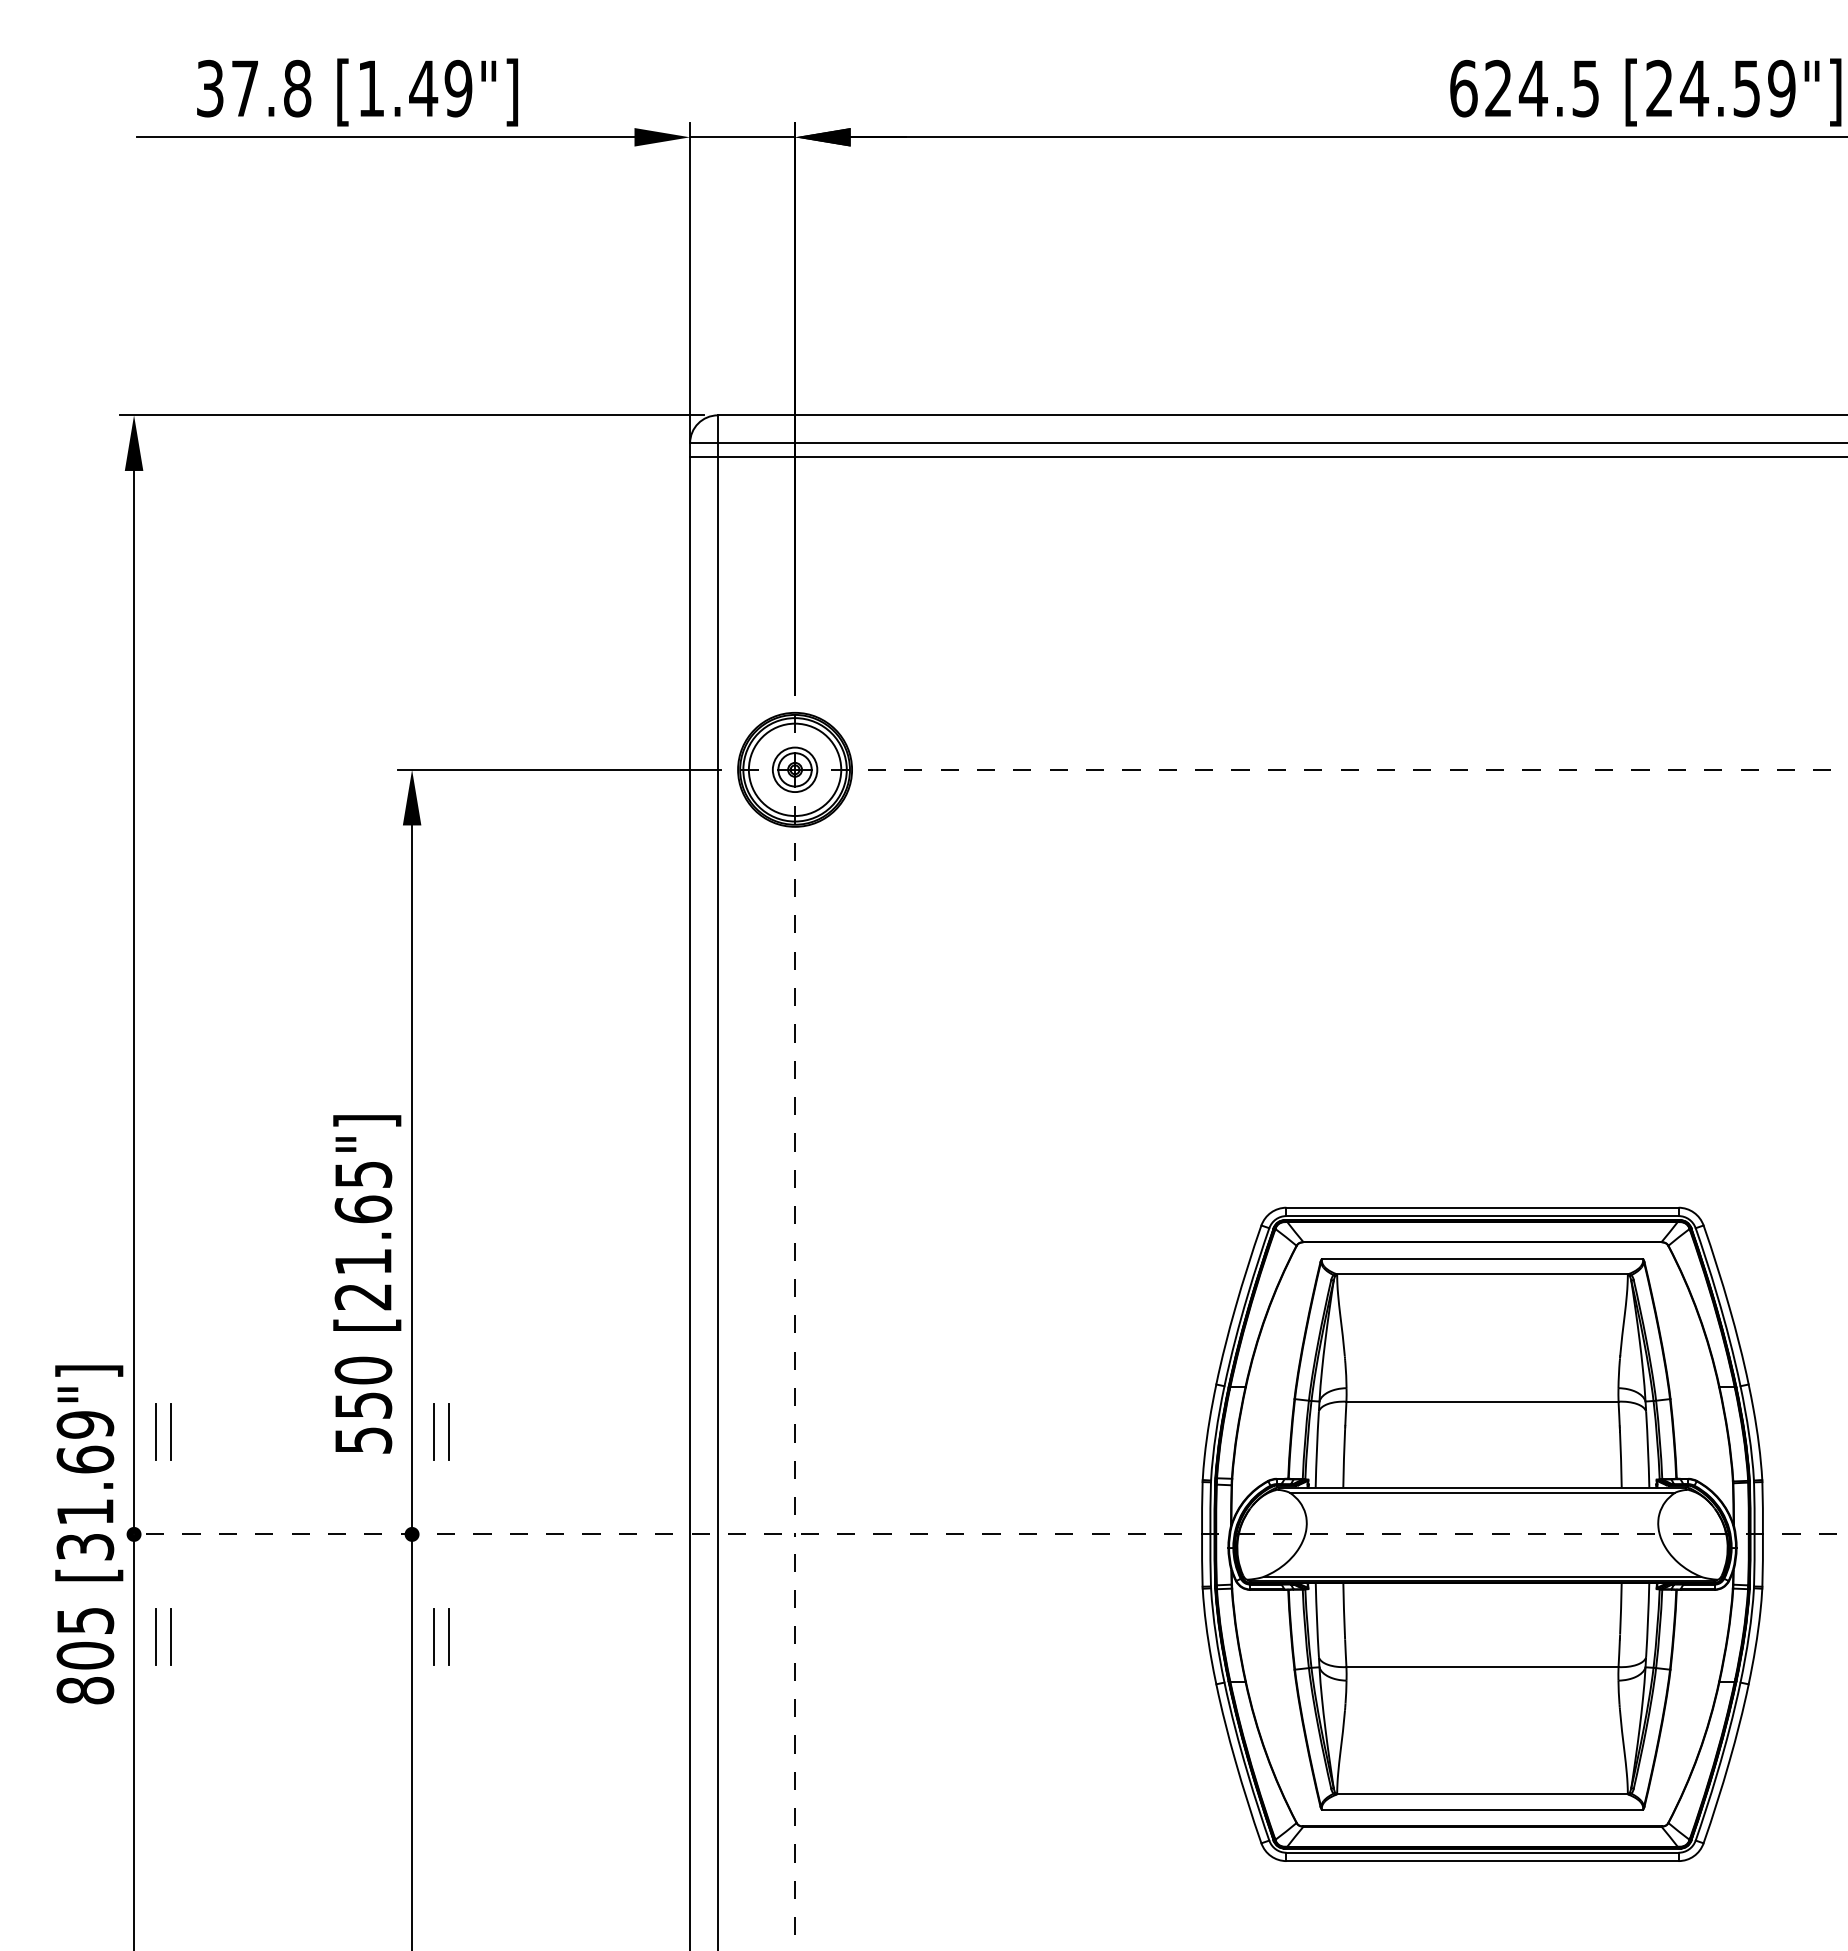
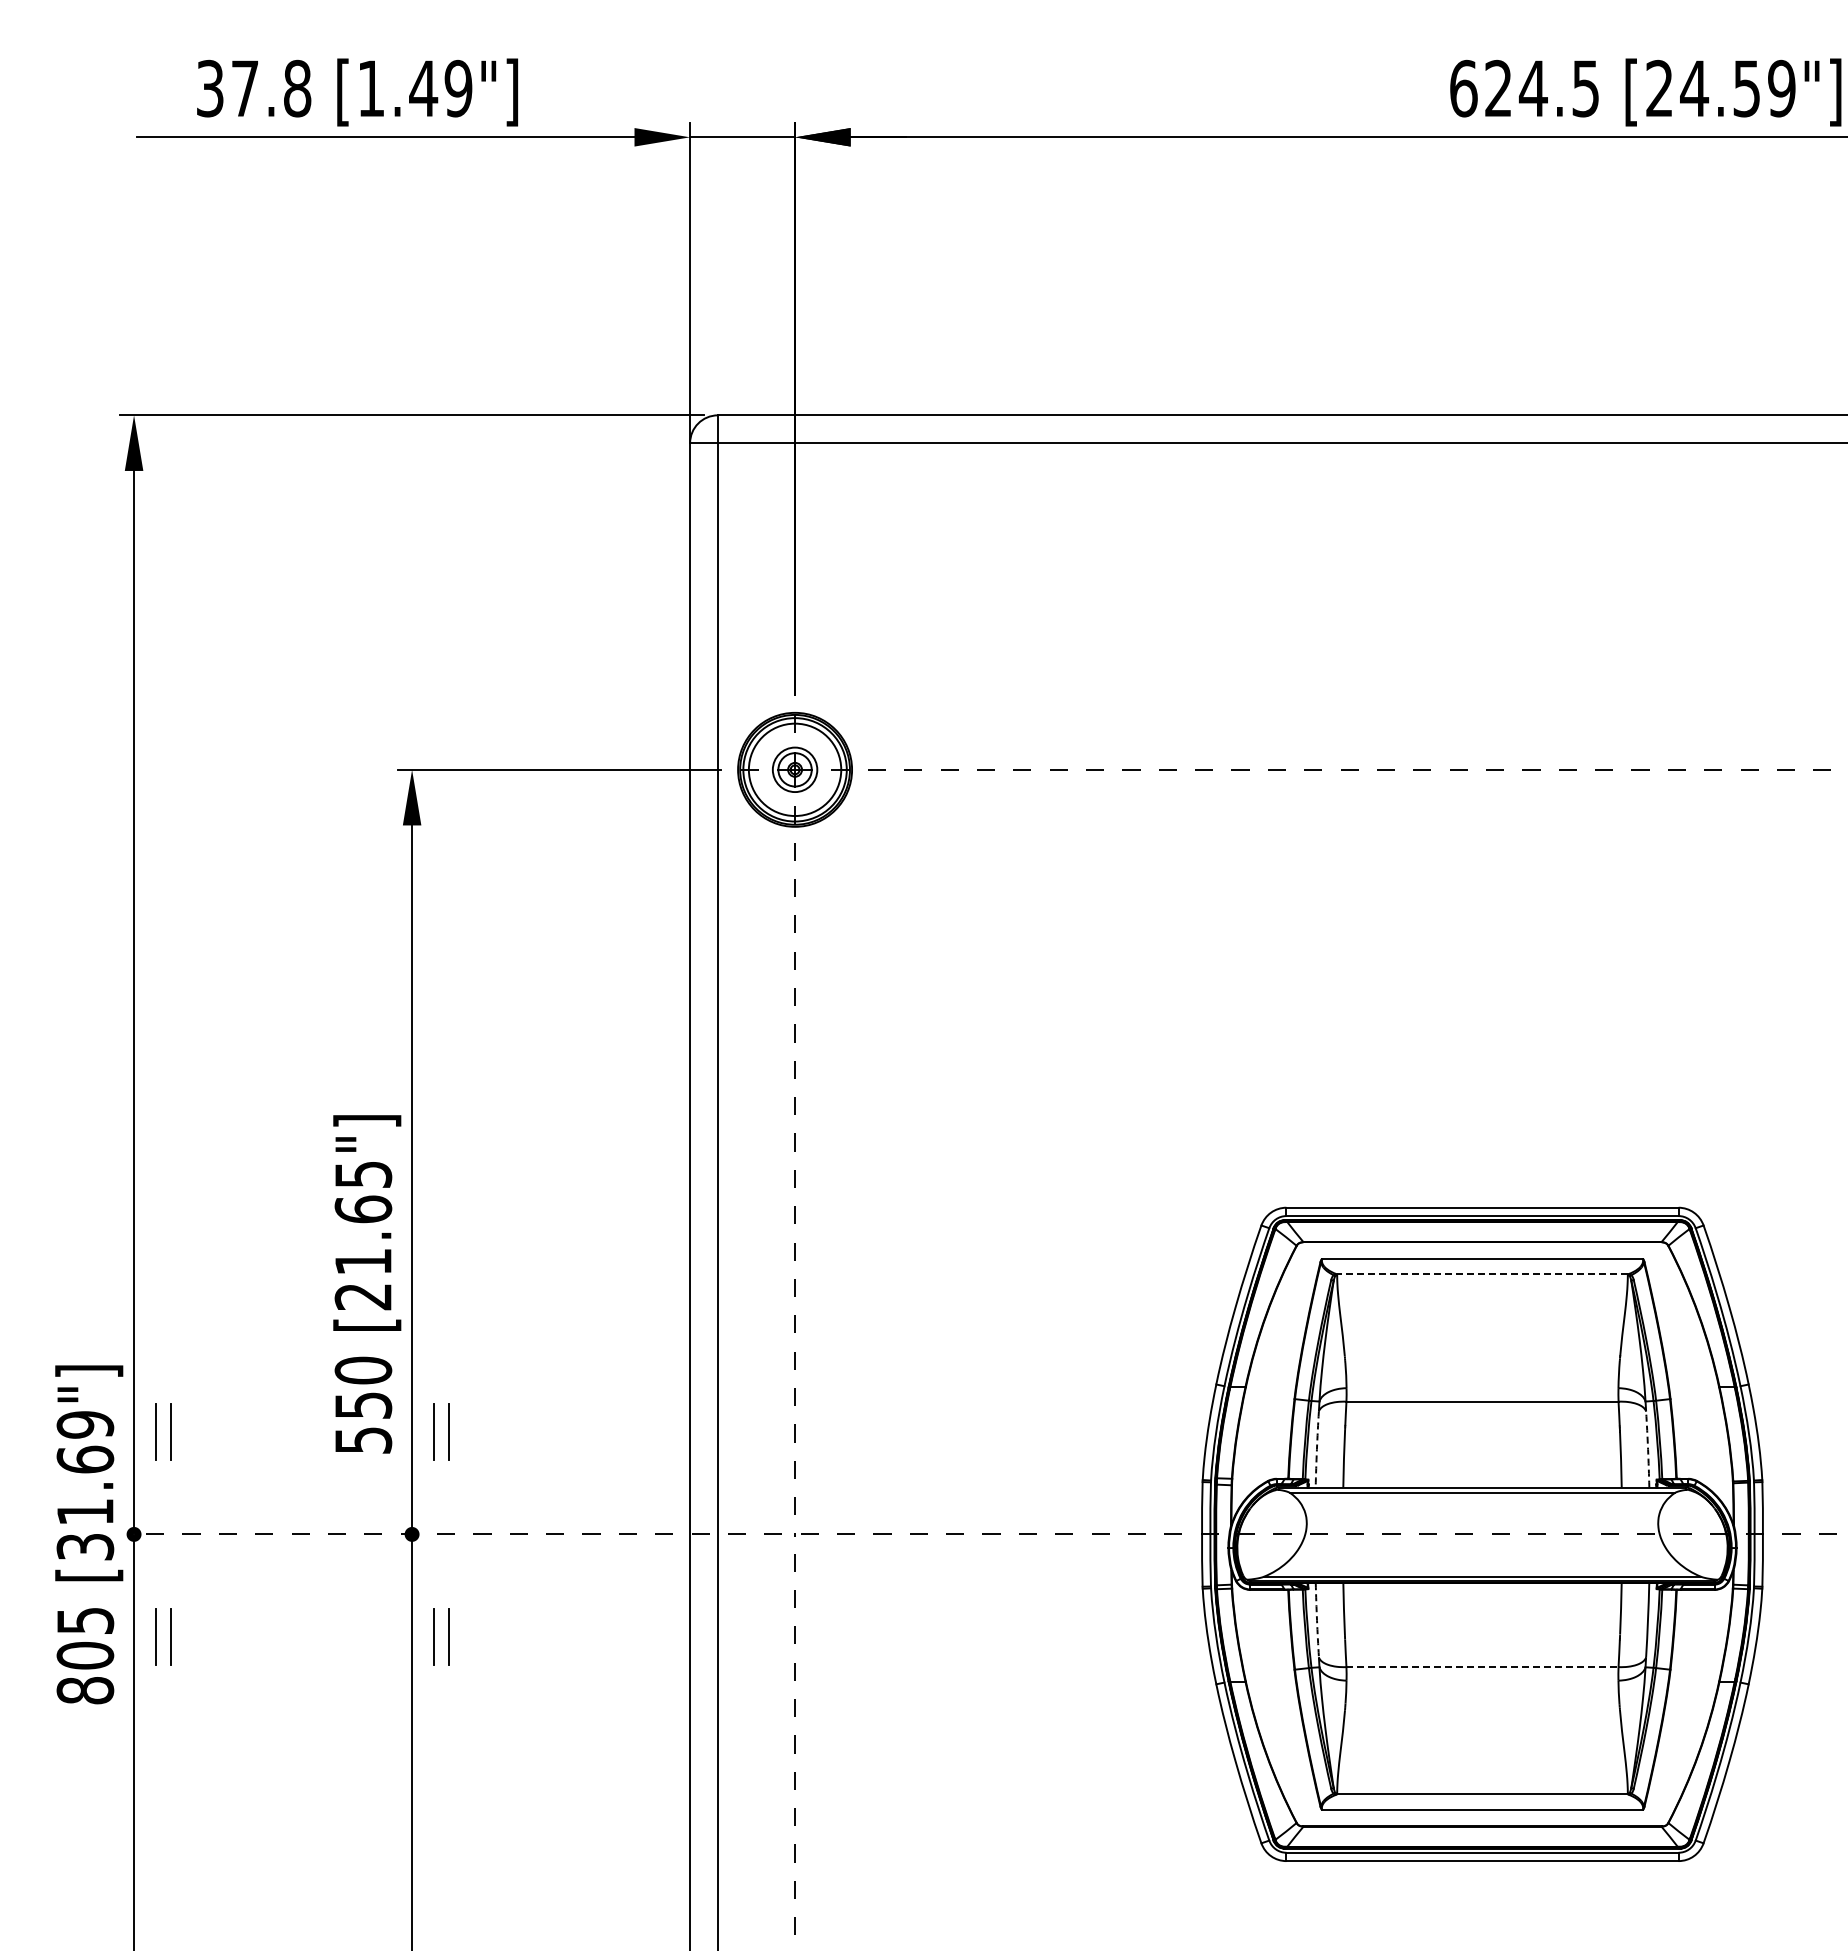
line at (1267, 457): present -> none
line at (1482, 1274): solid -> dashed
arc at (1316, 1449): solid -> dashed
arc at (1648, 1449): solid -> dashed
arc at (1317, 1620): solid -> dashed
line at (1483, 1667): solid -> dashed
